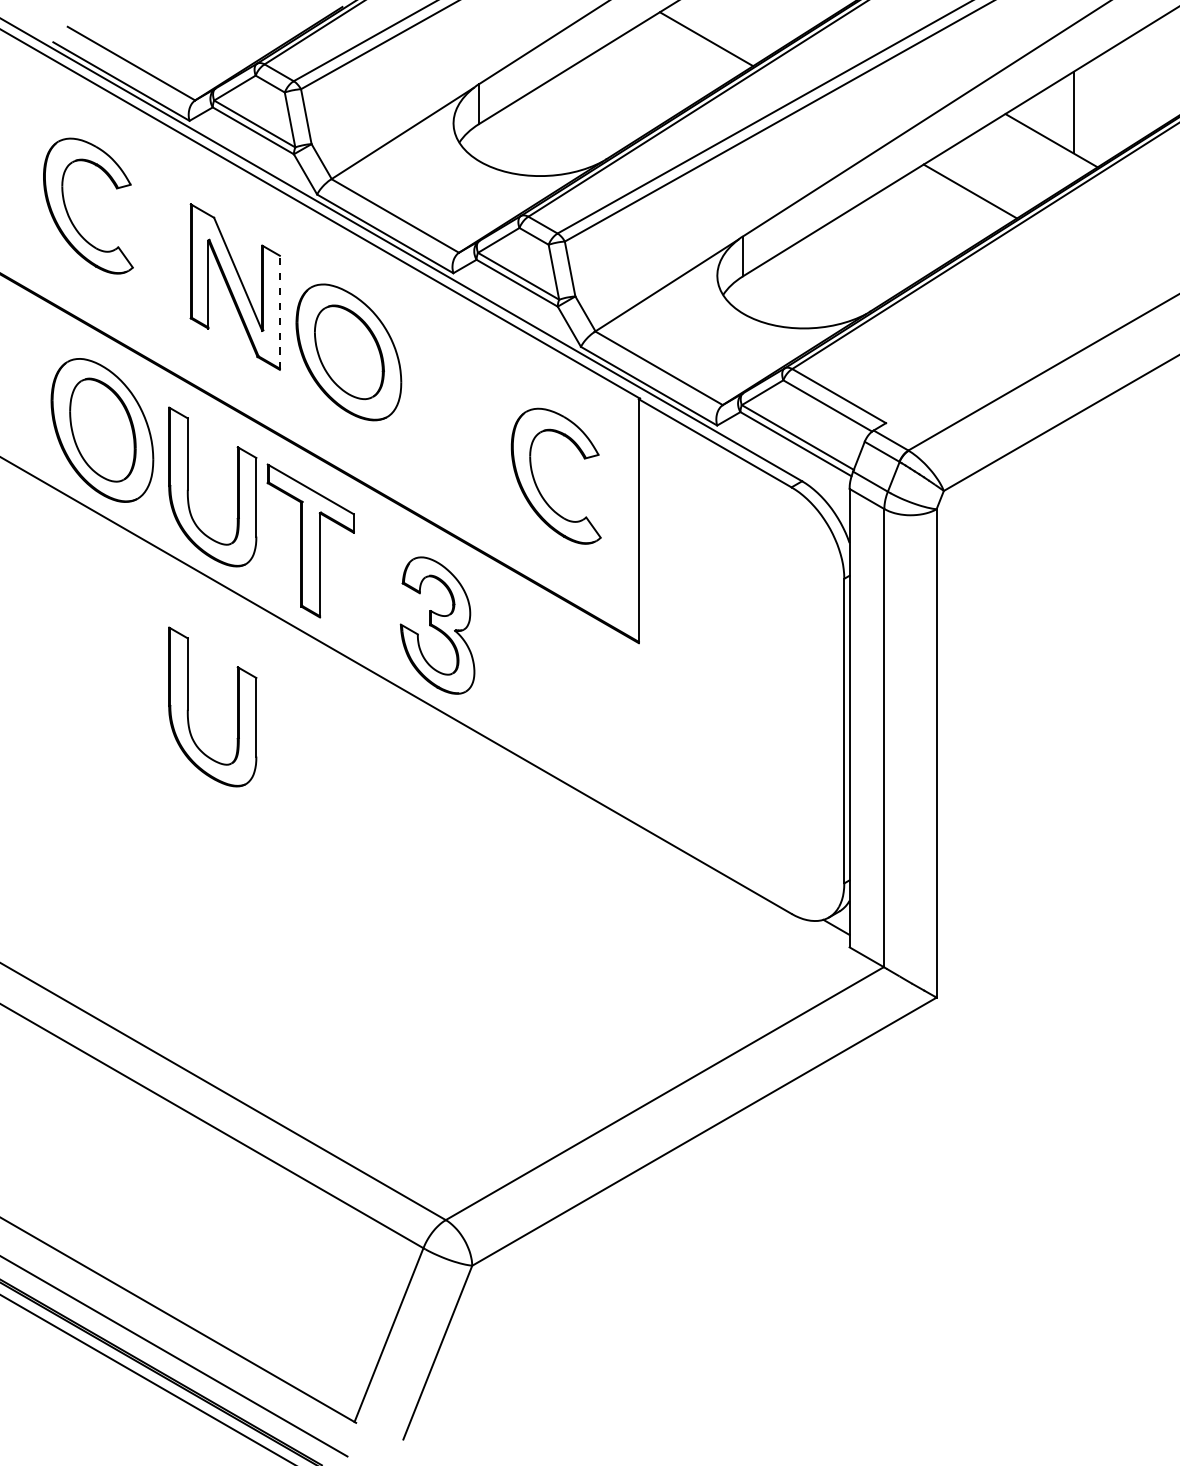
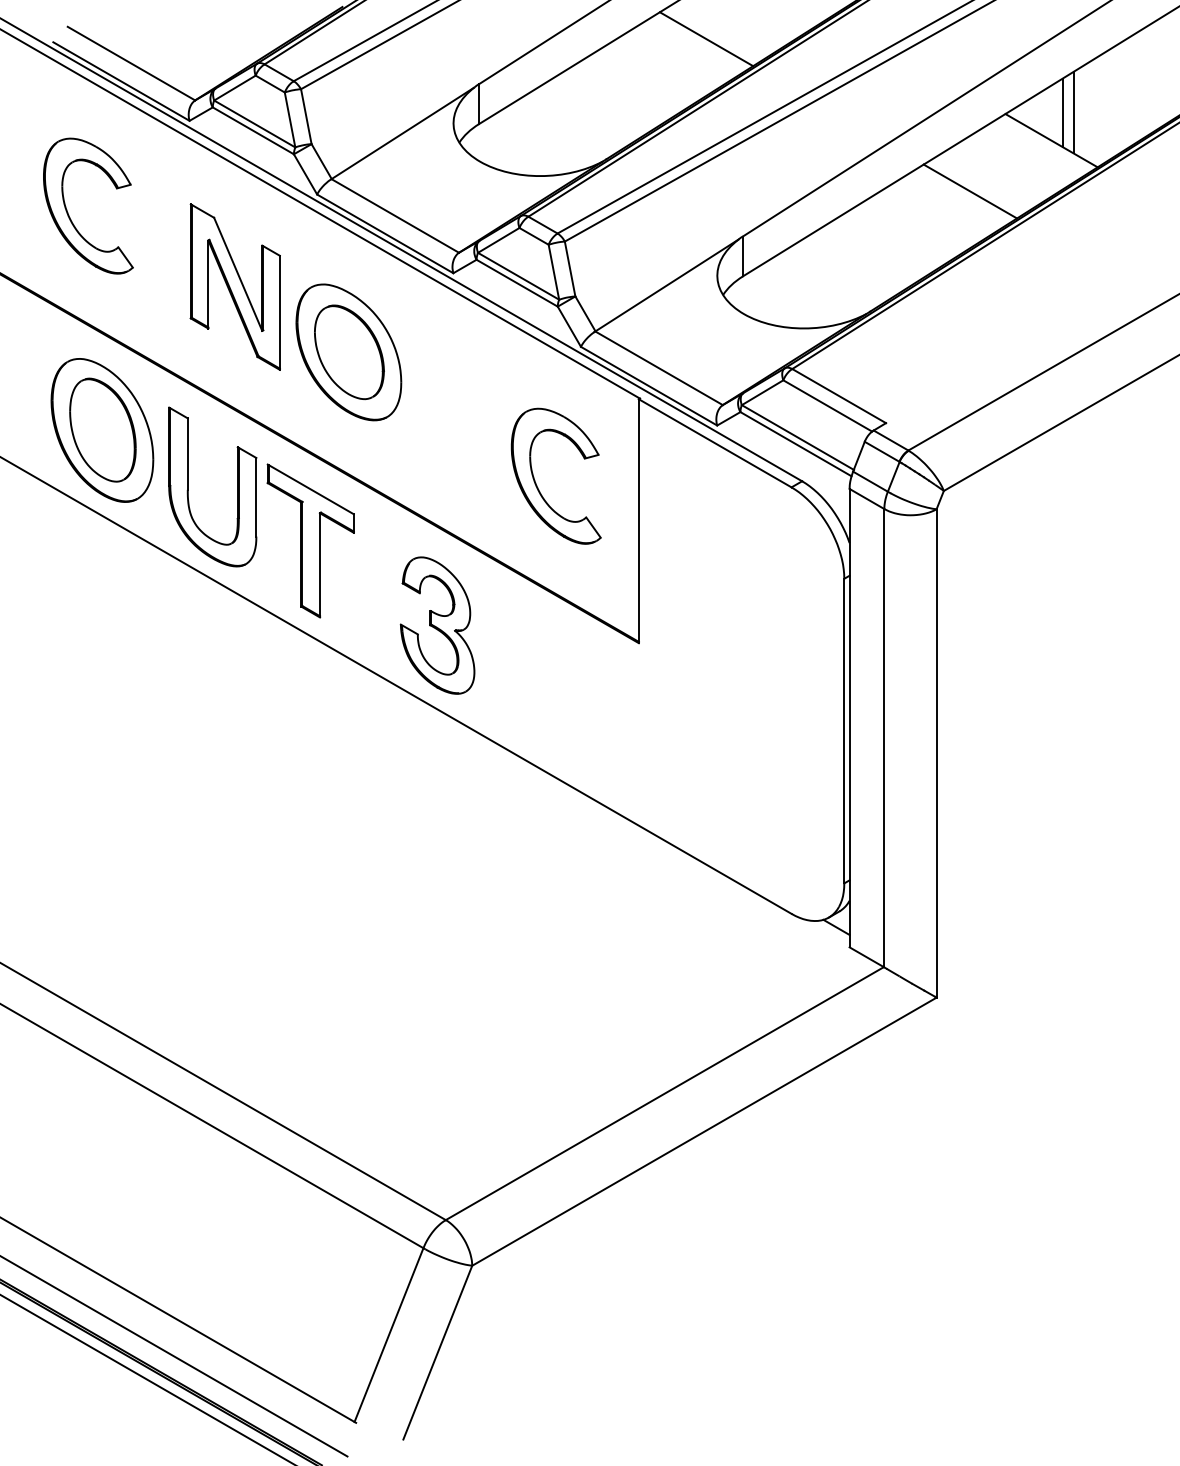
line at (1062, 112): none -> present
line at (279, 312): dashed -> solid
part at (188, 706): present -> none
